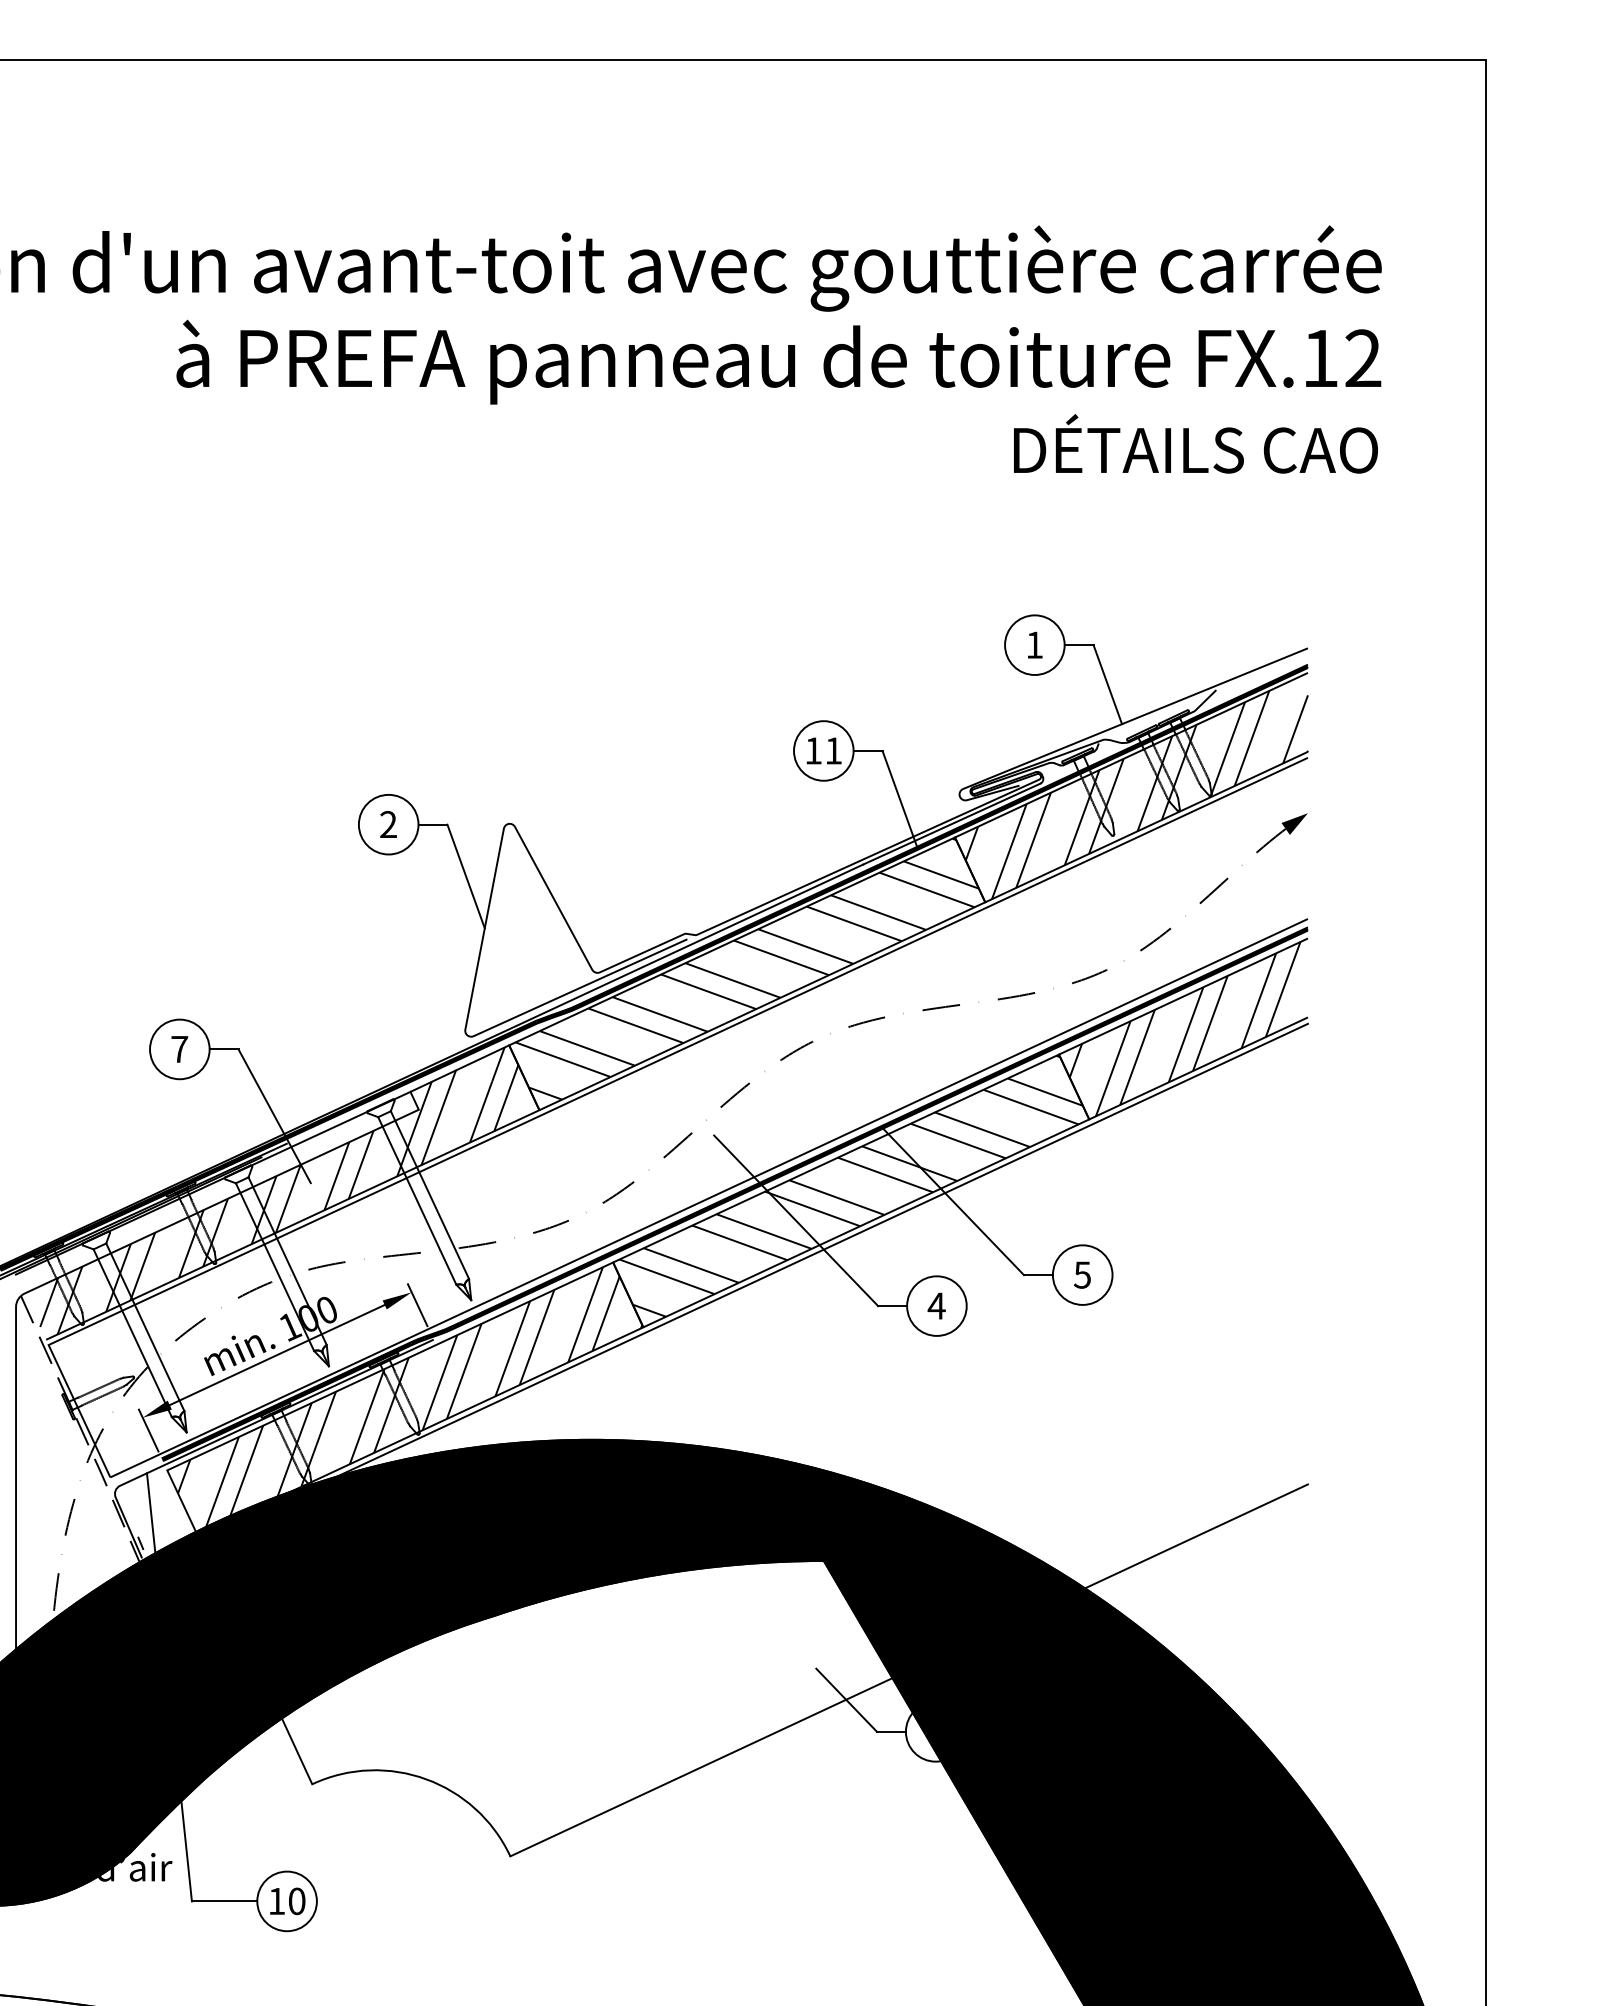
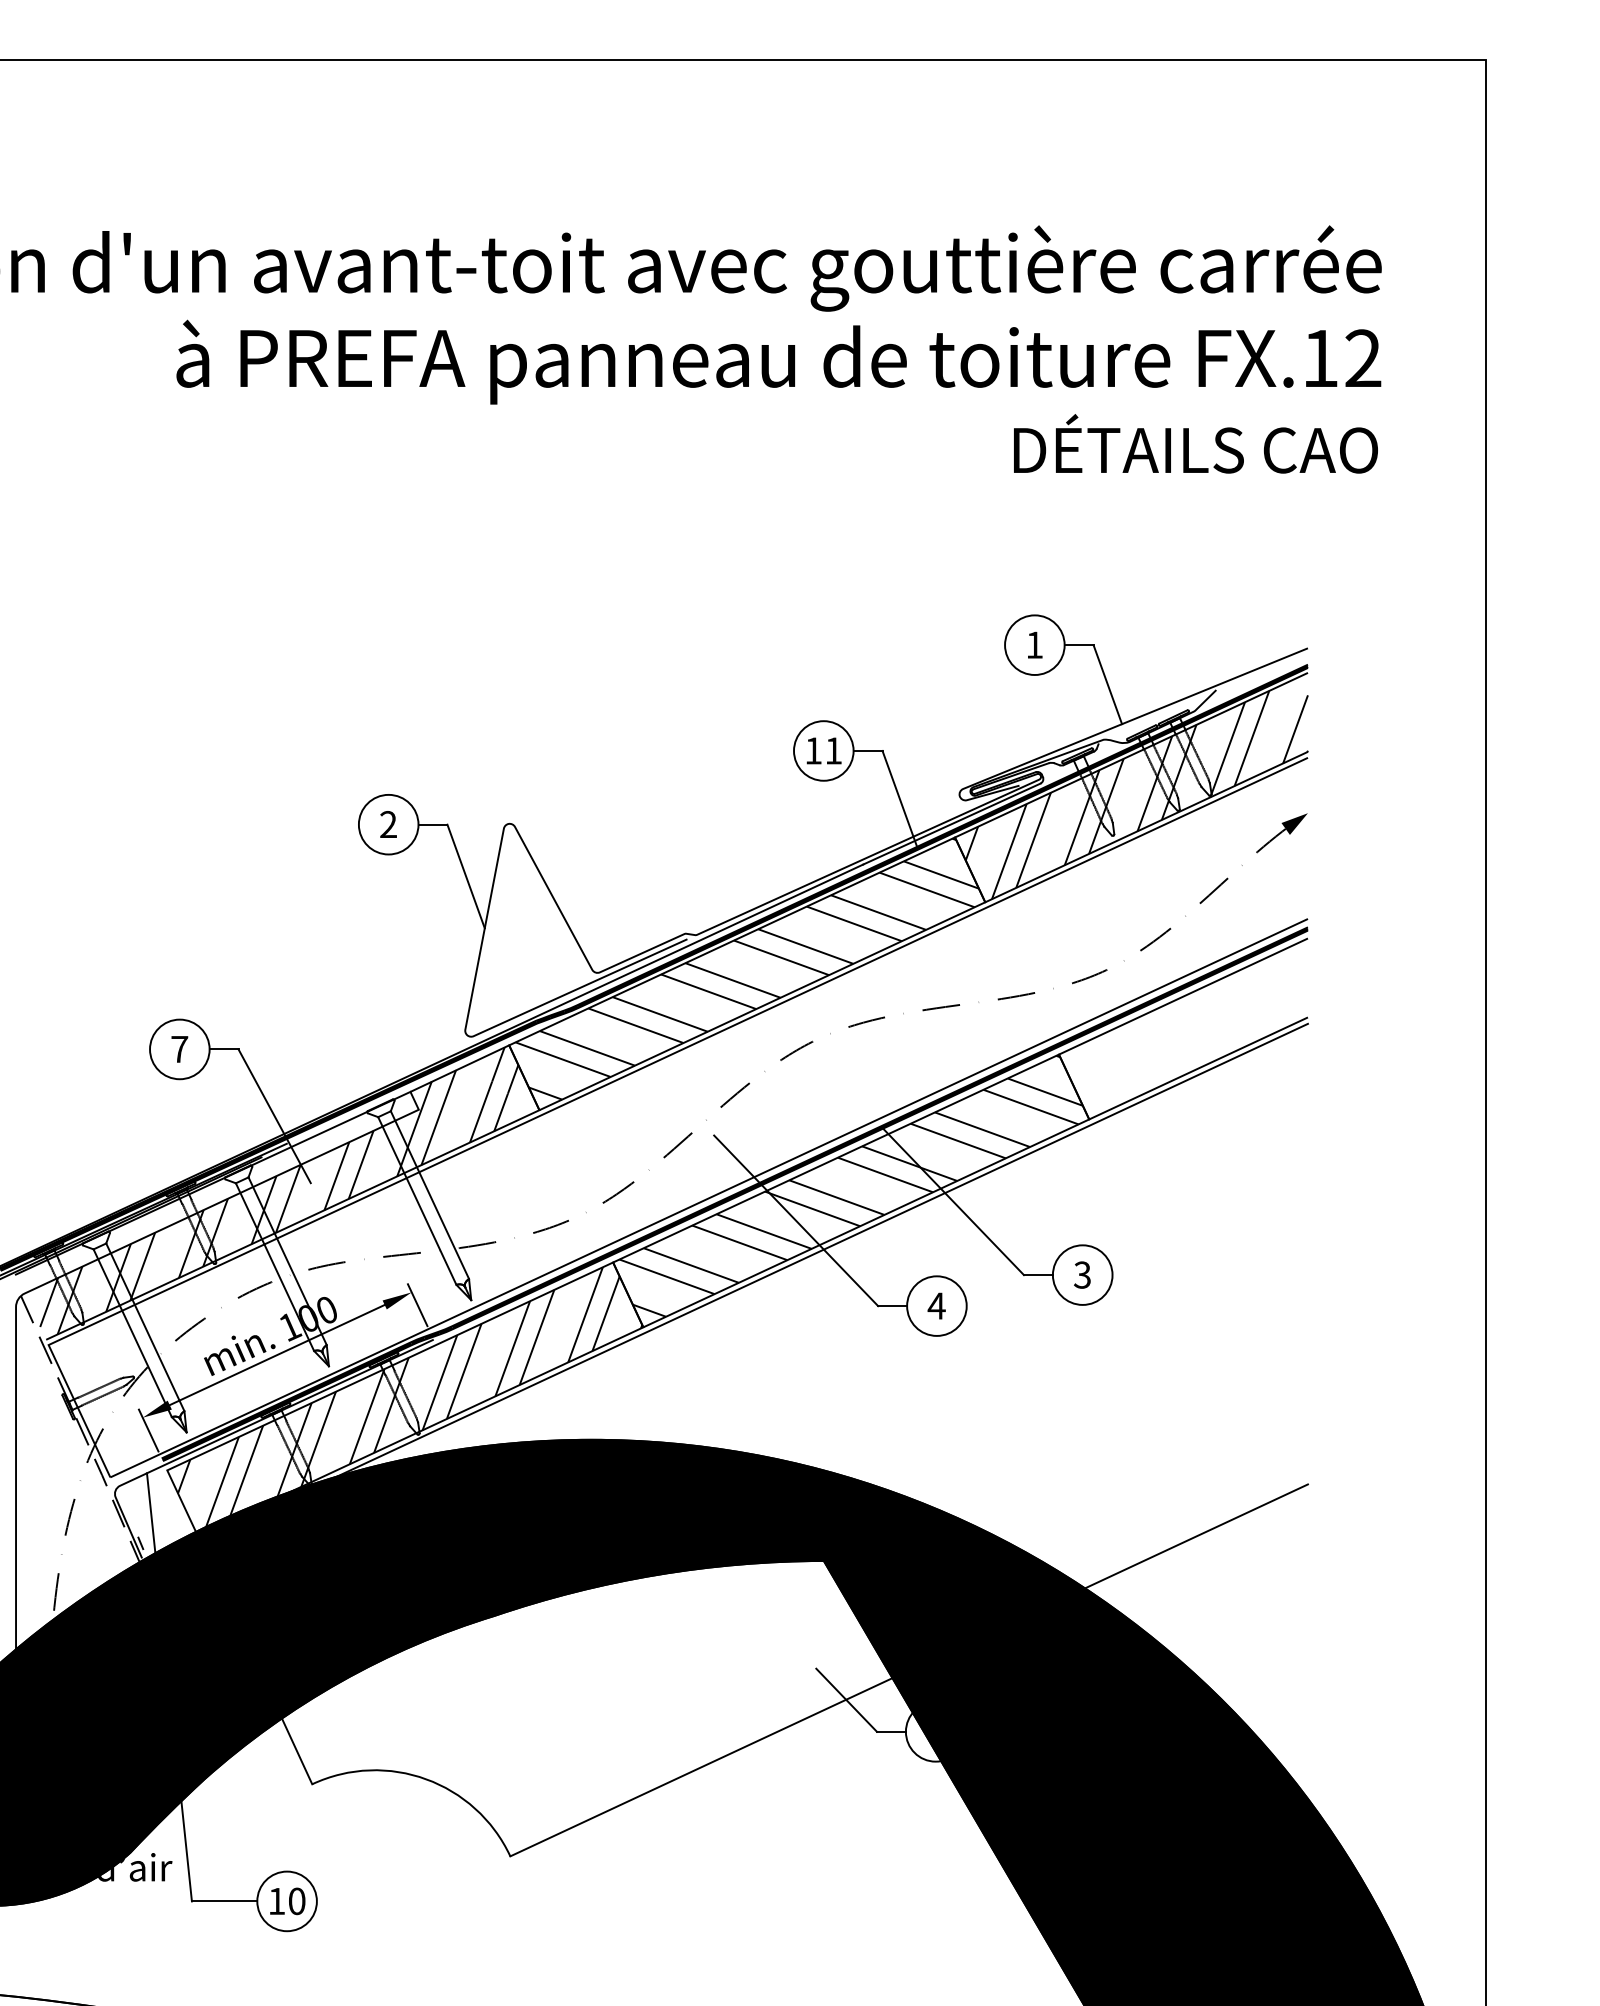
hatch at (1184, 1029): present -> none
text at (1082, 1274): 5 -> 3
